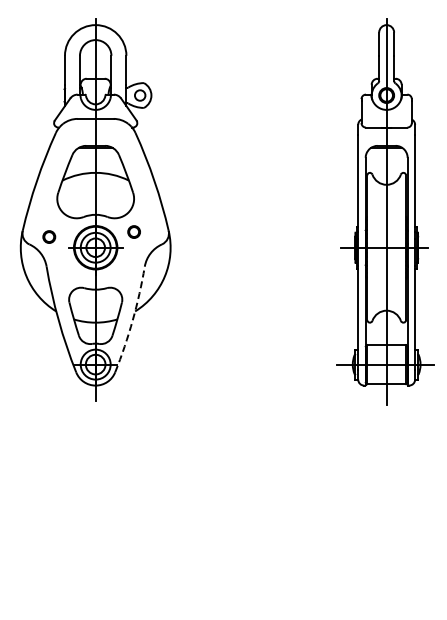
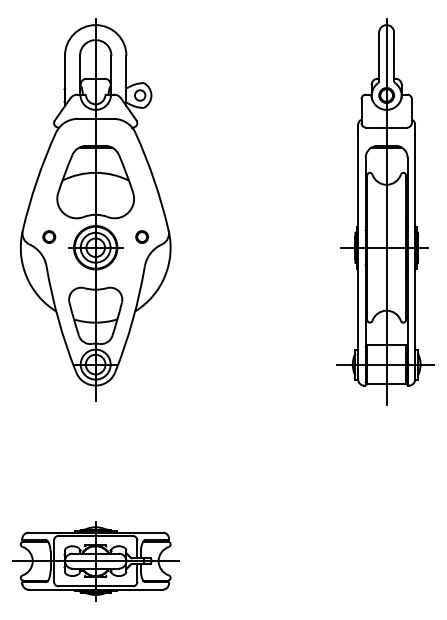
circle at (133, 231) position: (133, 231) -> (141, 236)
arc at (132, 320): dashed -> solid
part at (95, 561): none -> present
